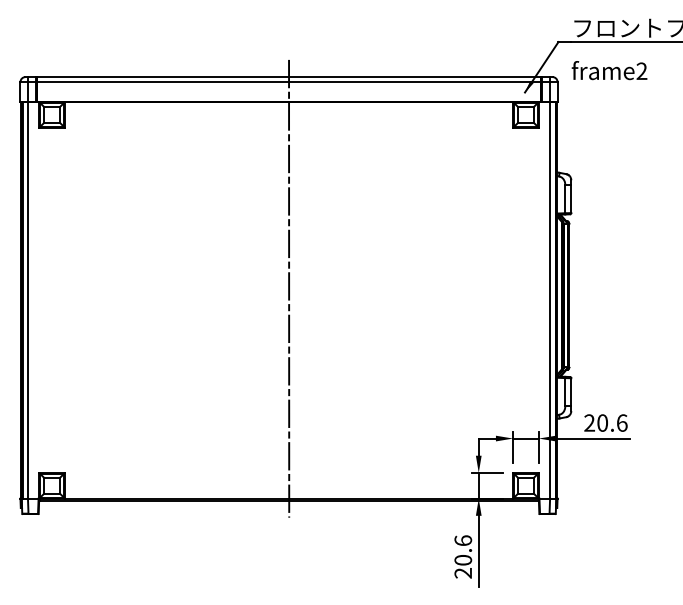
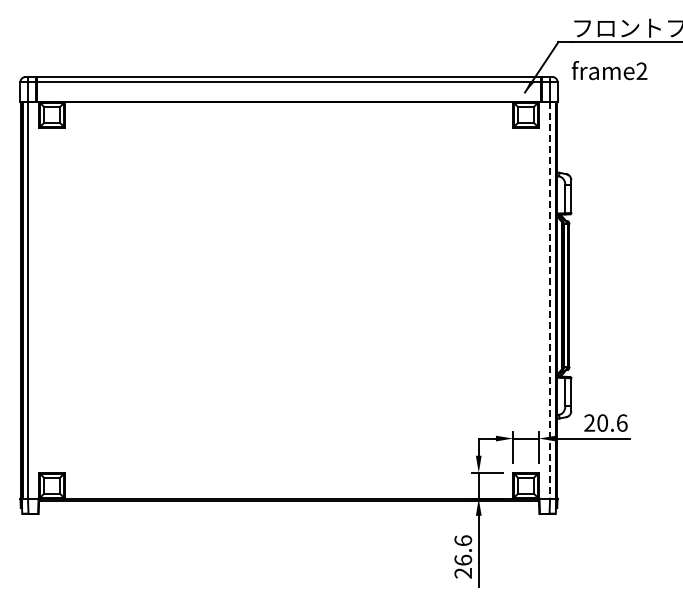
line at (289, 288): present -> none
line at (549, 300): solid -> dashed
text at (462, 559): 20.6 -> 26.6
